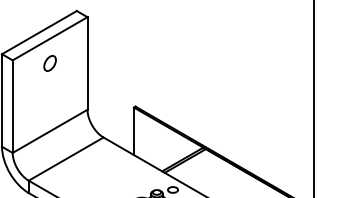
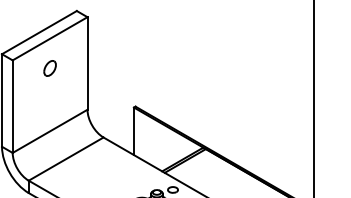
part at (49, 63) position: (49, 63) -> (49, 68)
